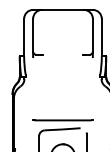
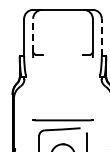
line at (33, 34): solid -> dashed
line at (101, 37): solid -> dashed
